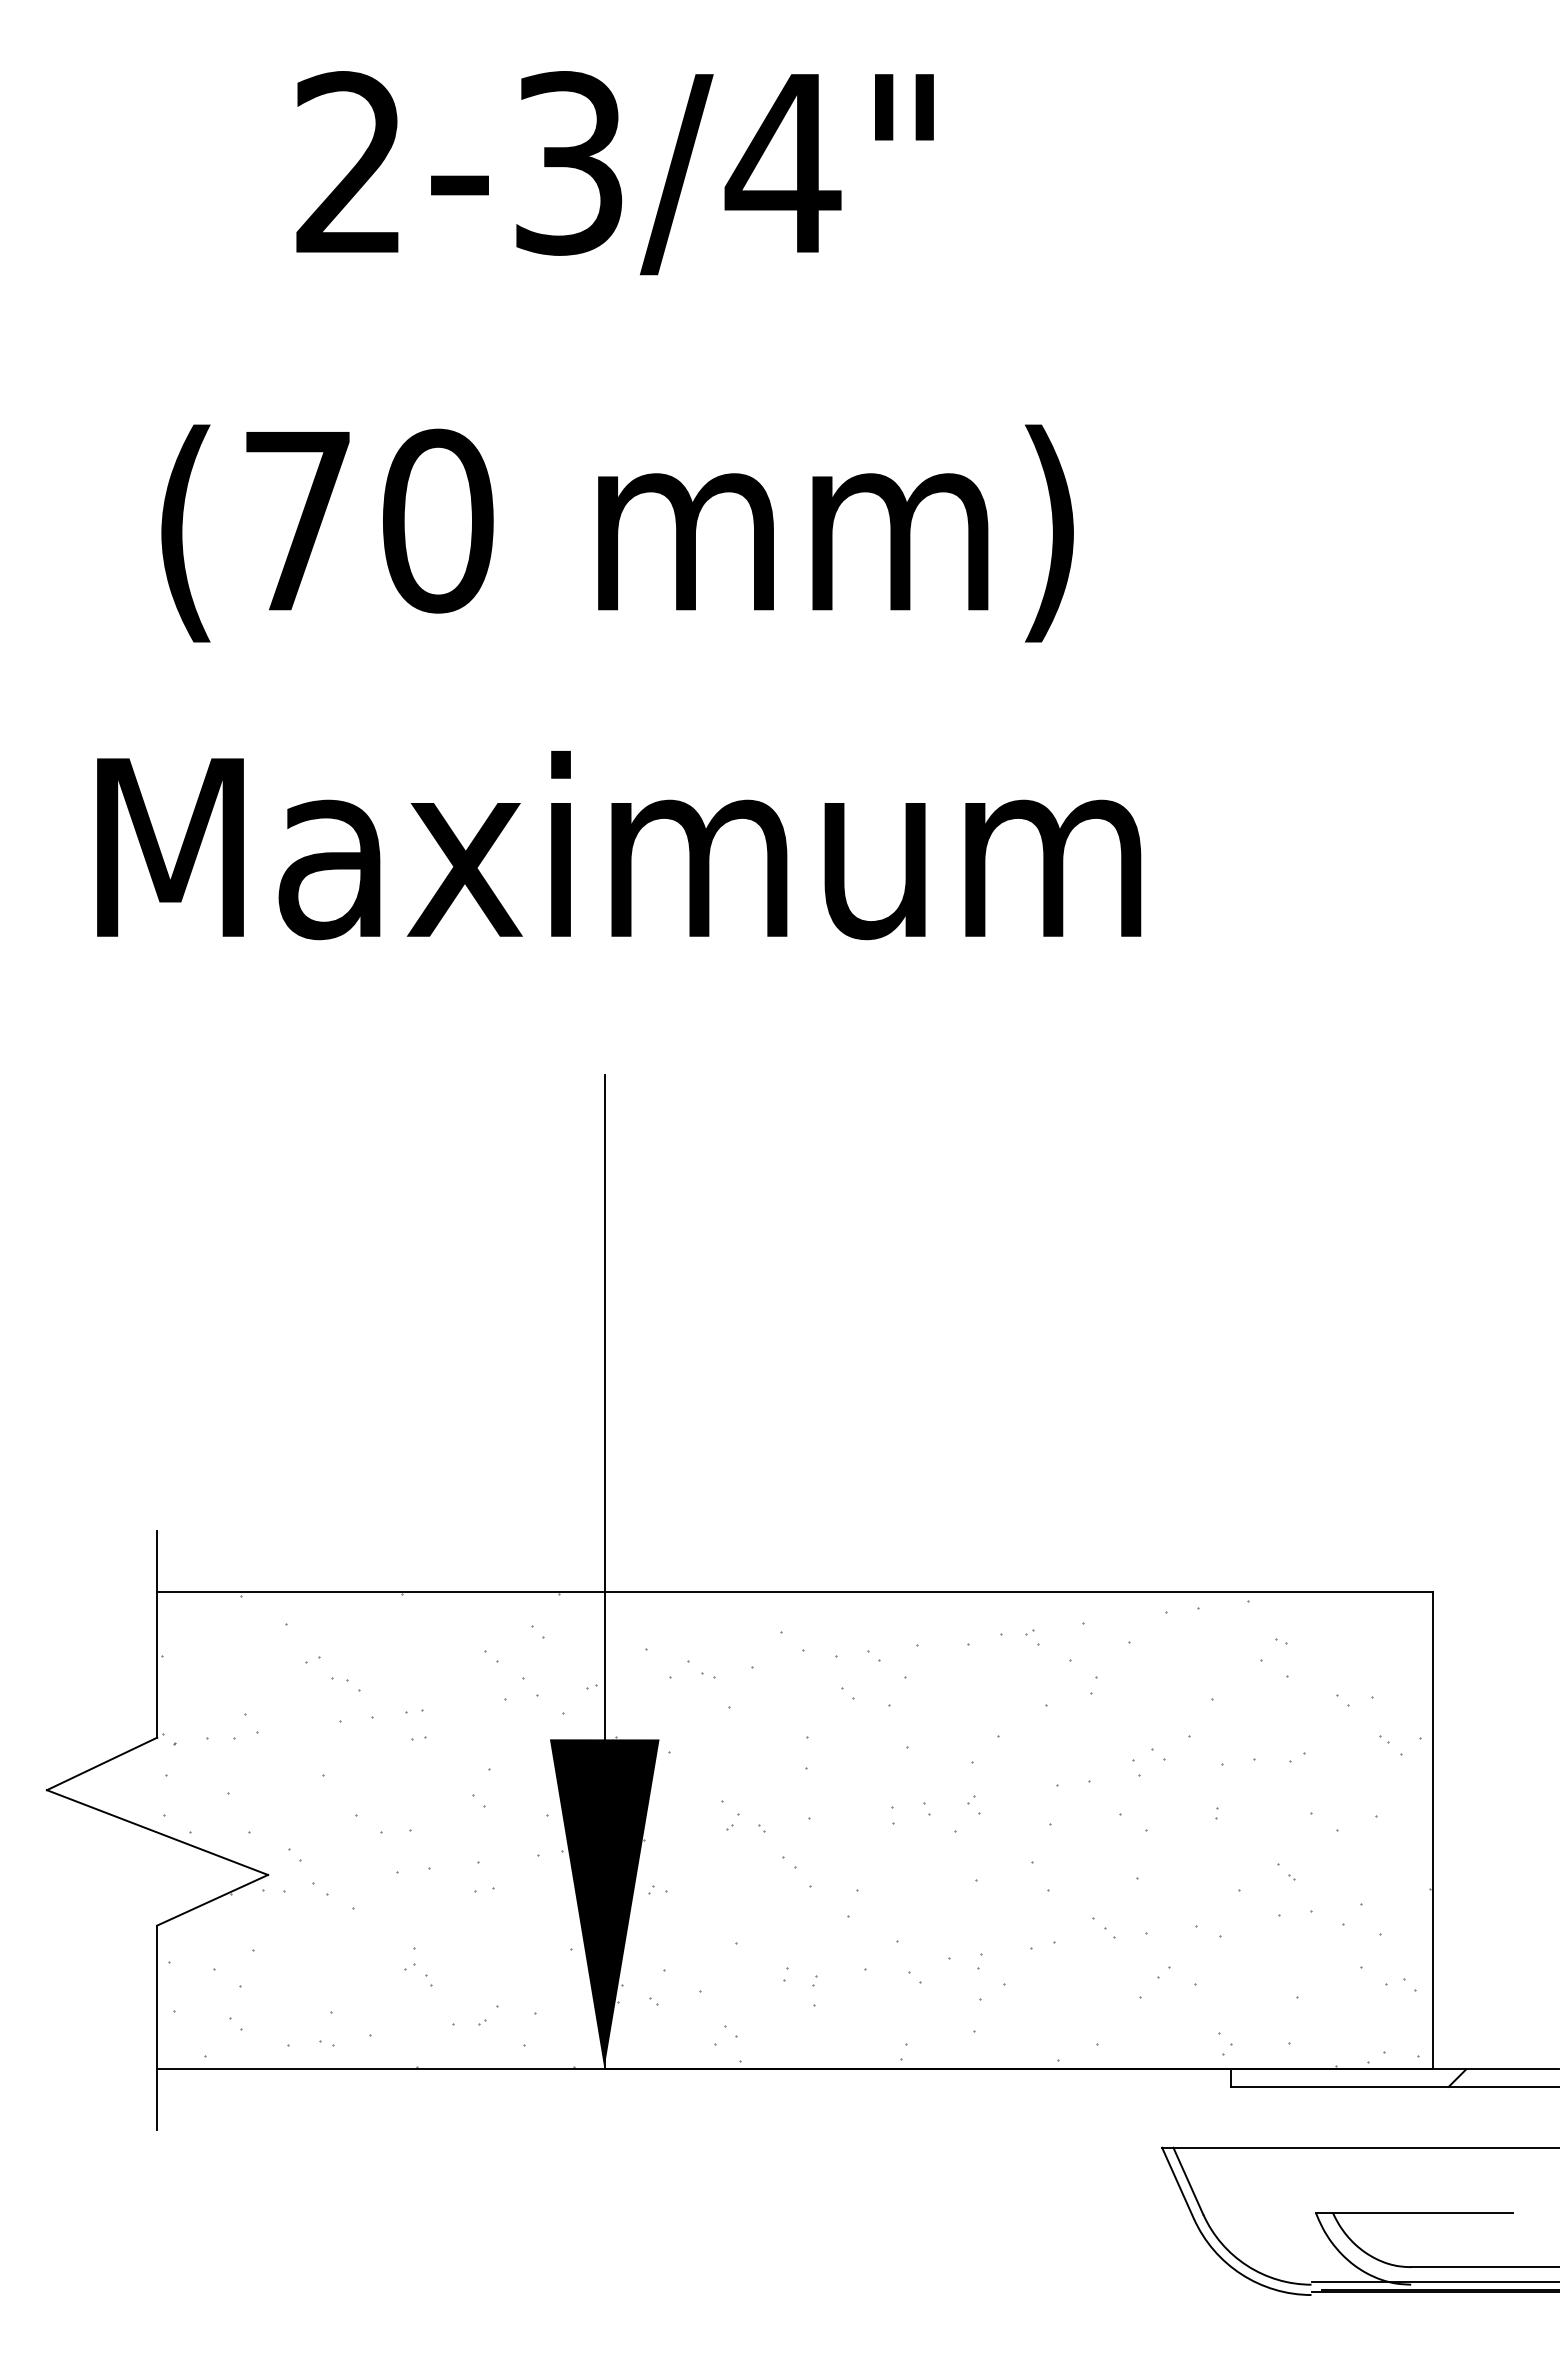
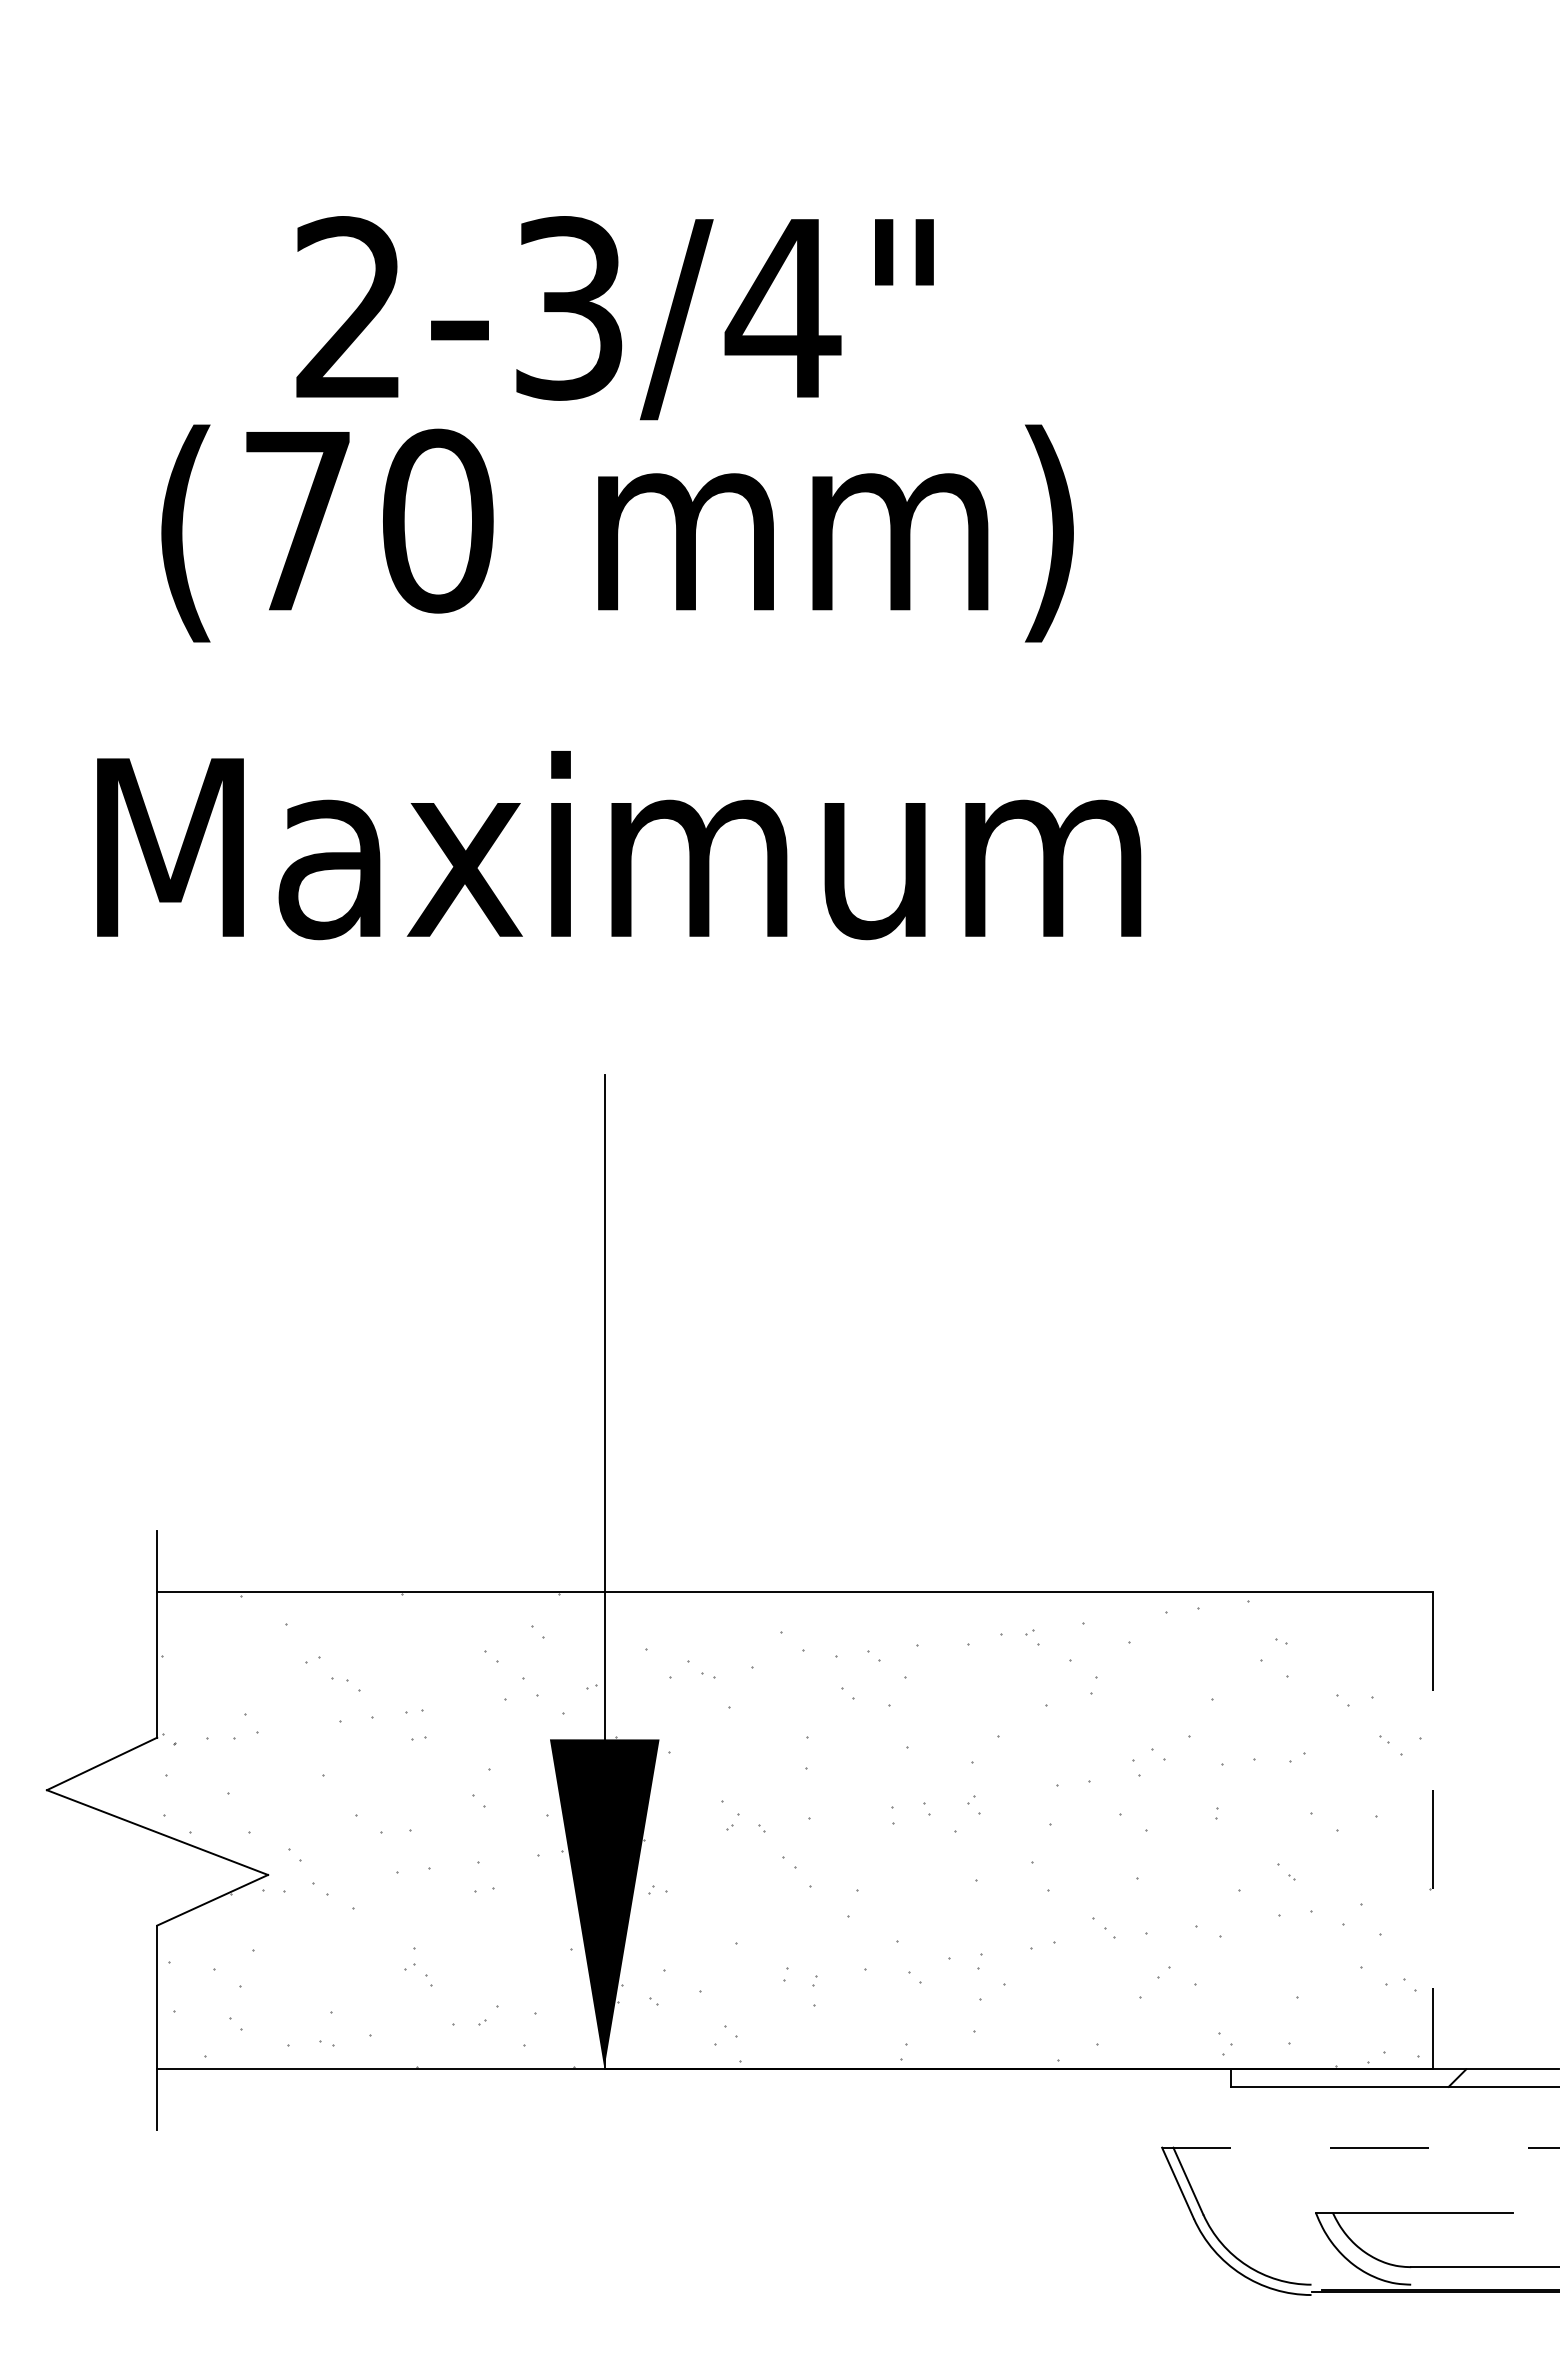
text at (614, 173) position: (614, 173) -> (614, 318)
line at (1432, 1830): solid -> dashed
line at (1360, 2147): solid -> dashed
line at (1433, 2281): present -> none
